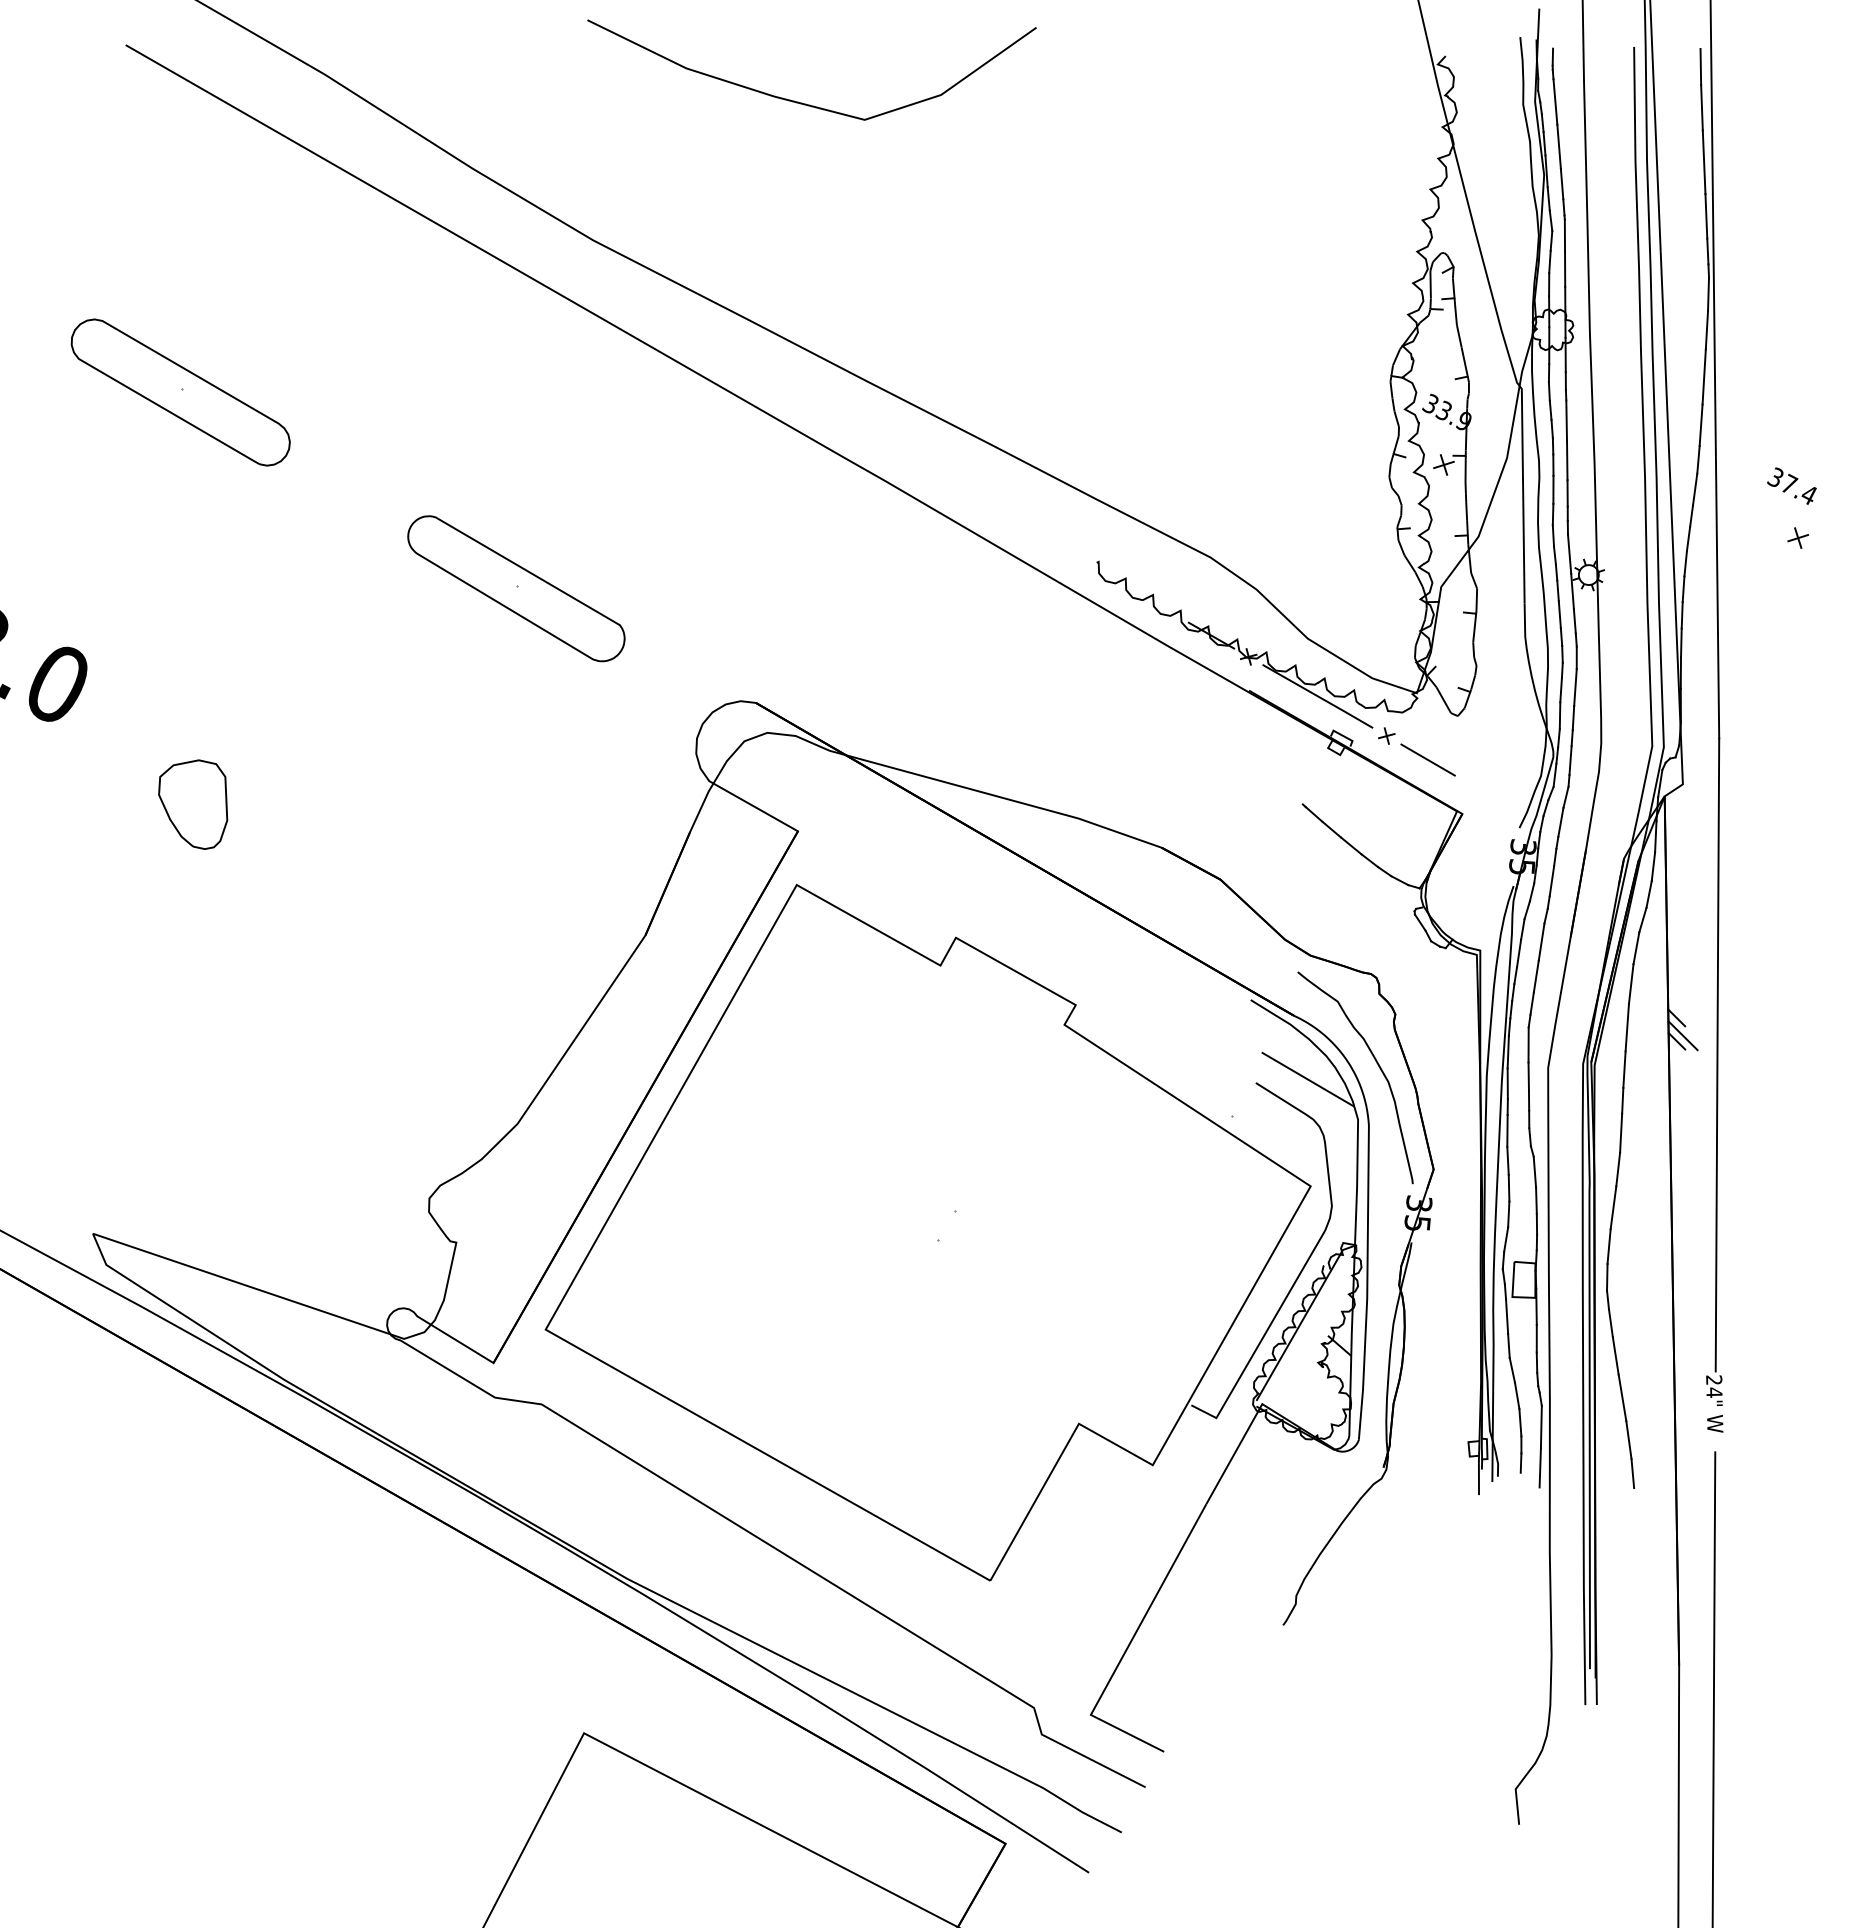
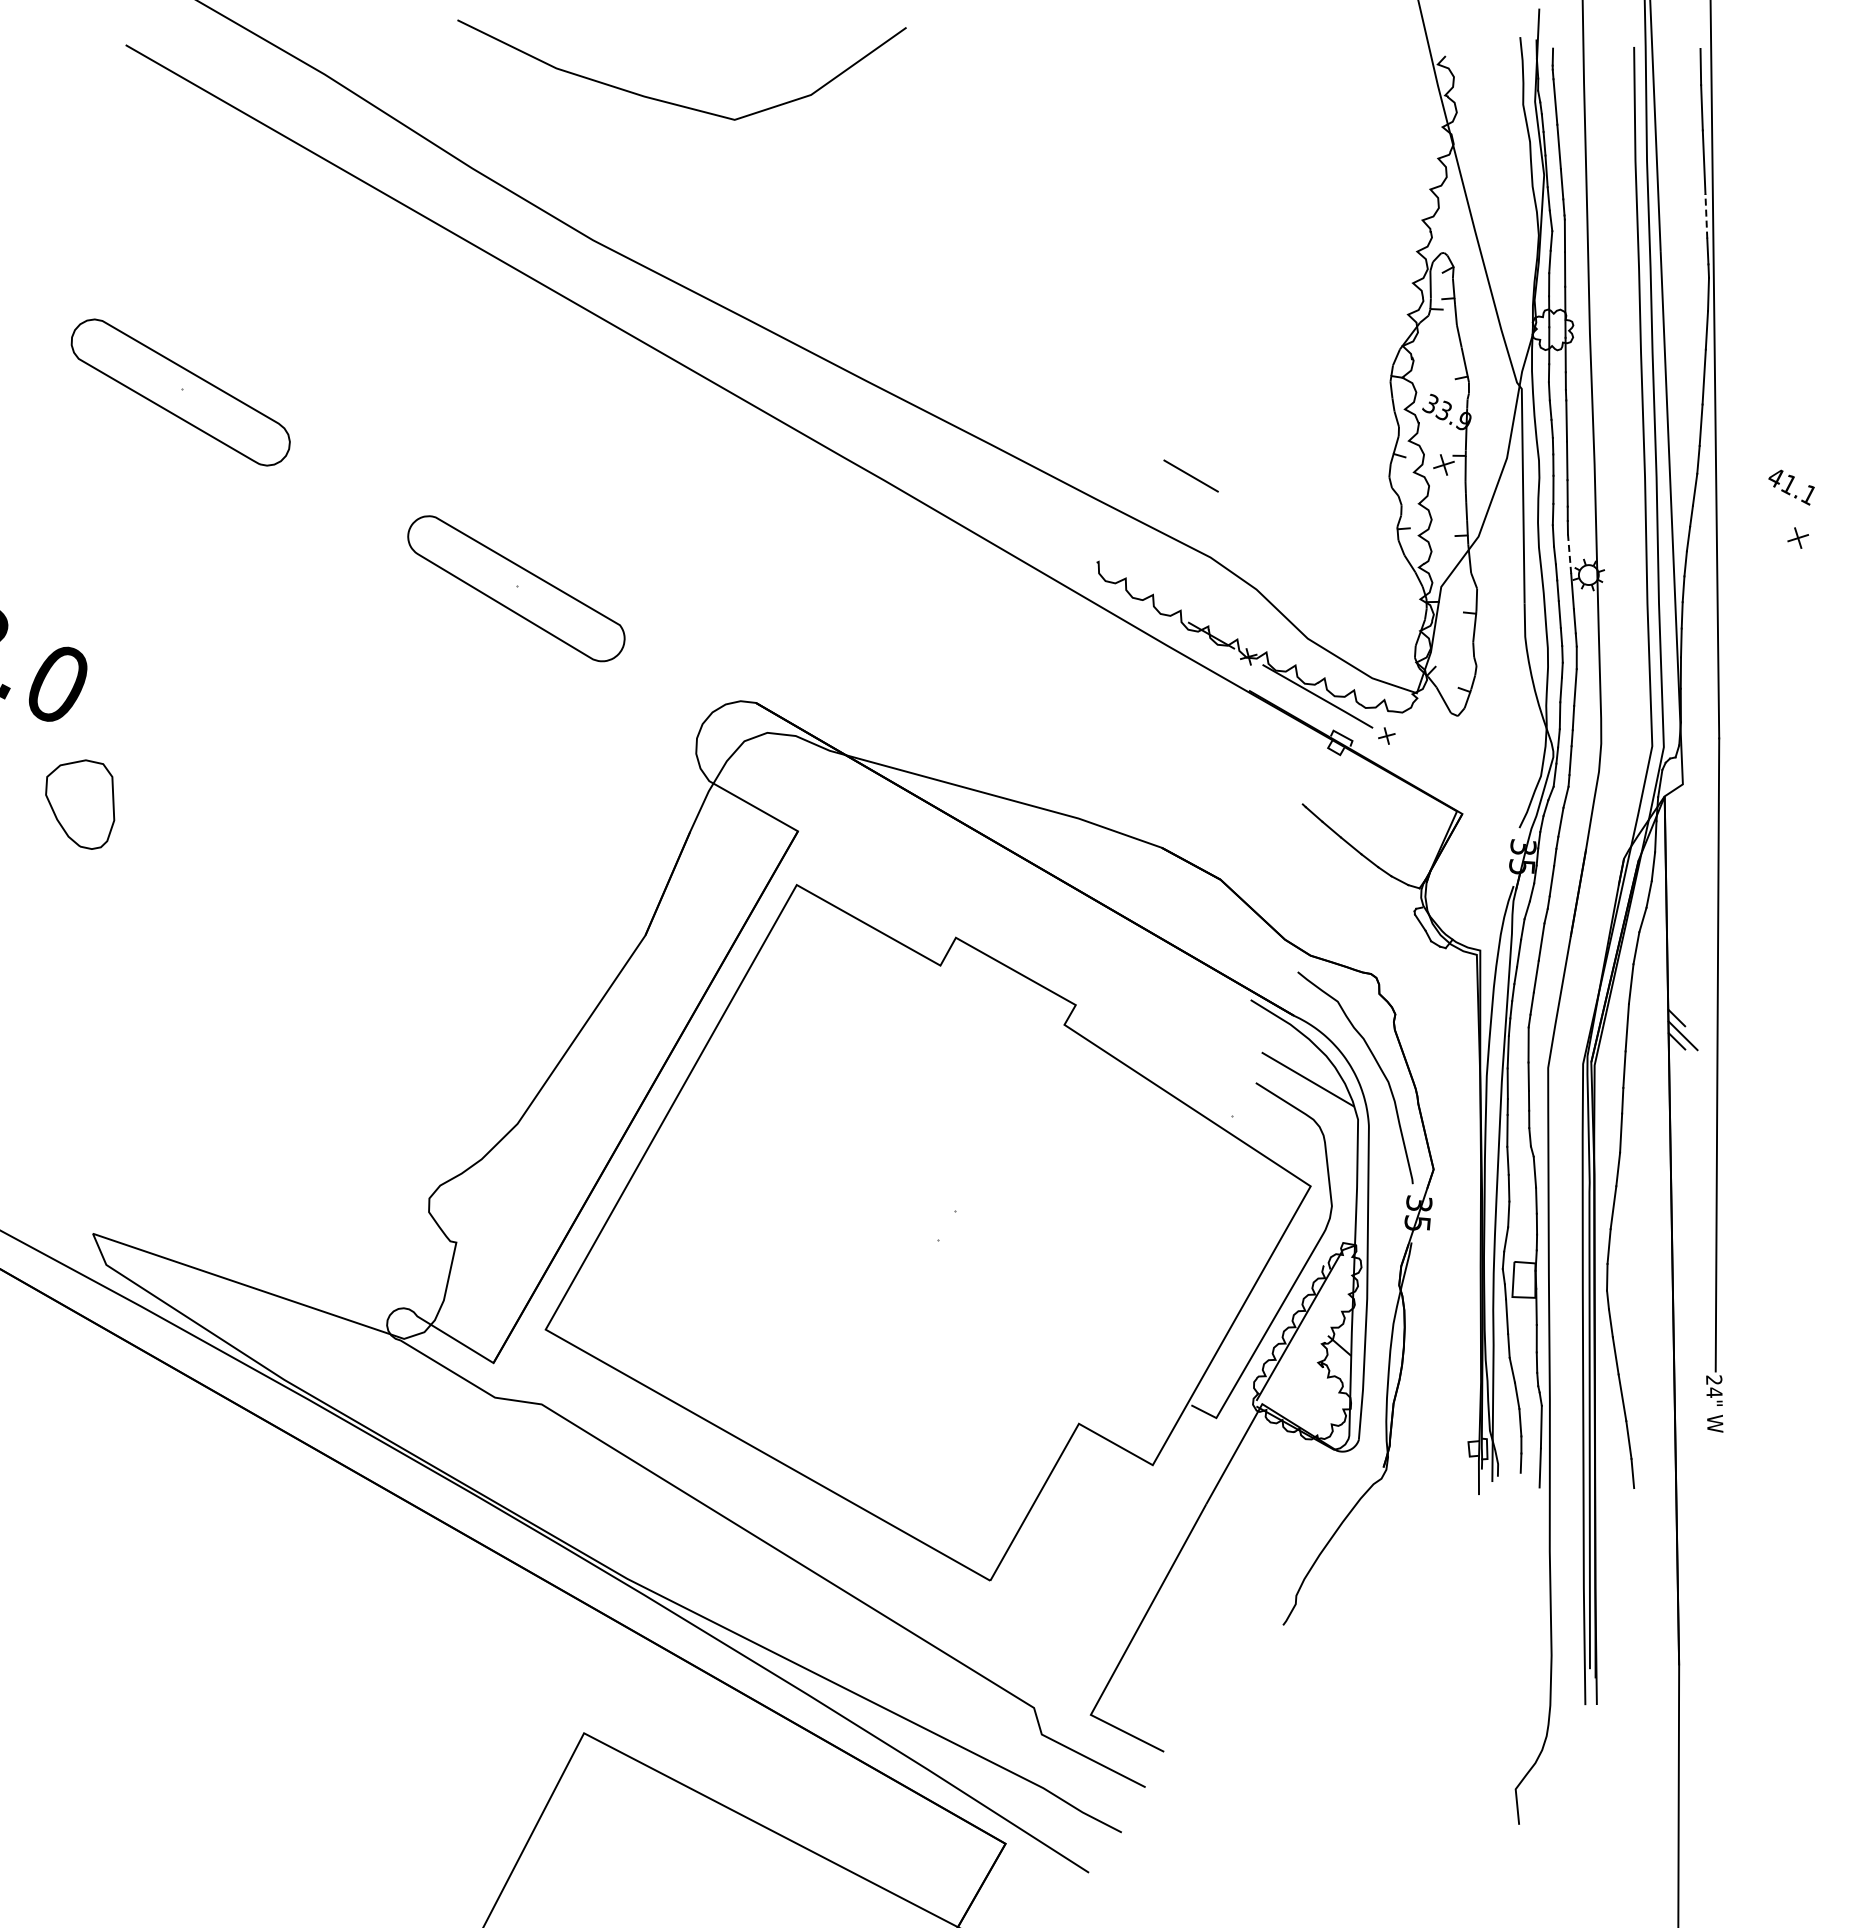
curve at (802, 102) position: (802, 102) -> (672, 102)
line at (1706, 215): solid -> dashed
text at (1791, 486): 37.4 -> 41.1
line at (1569, 554): solid -> dashed
line at (1427, 759) position: (1427, 759) -> (1190, 475)
part at (193, 804) position: (193, 804) -> (80, 804)
line at (1713, 1688): present -> none
